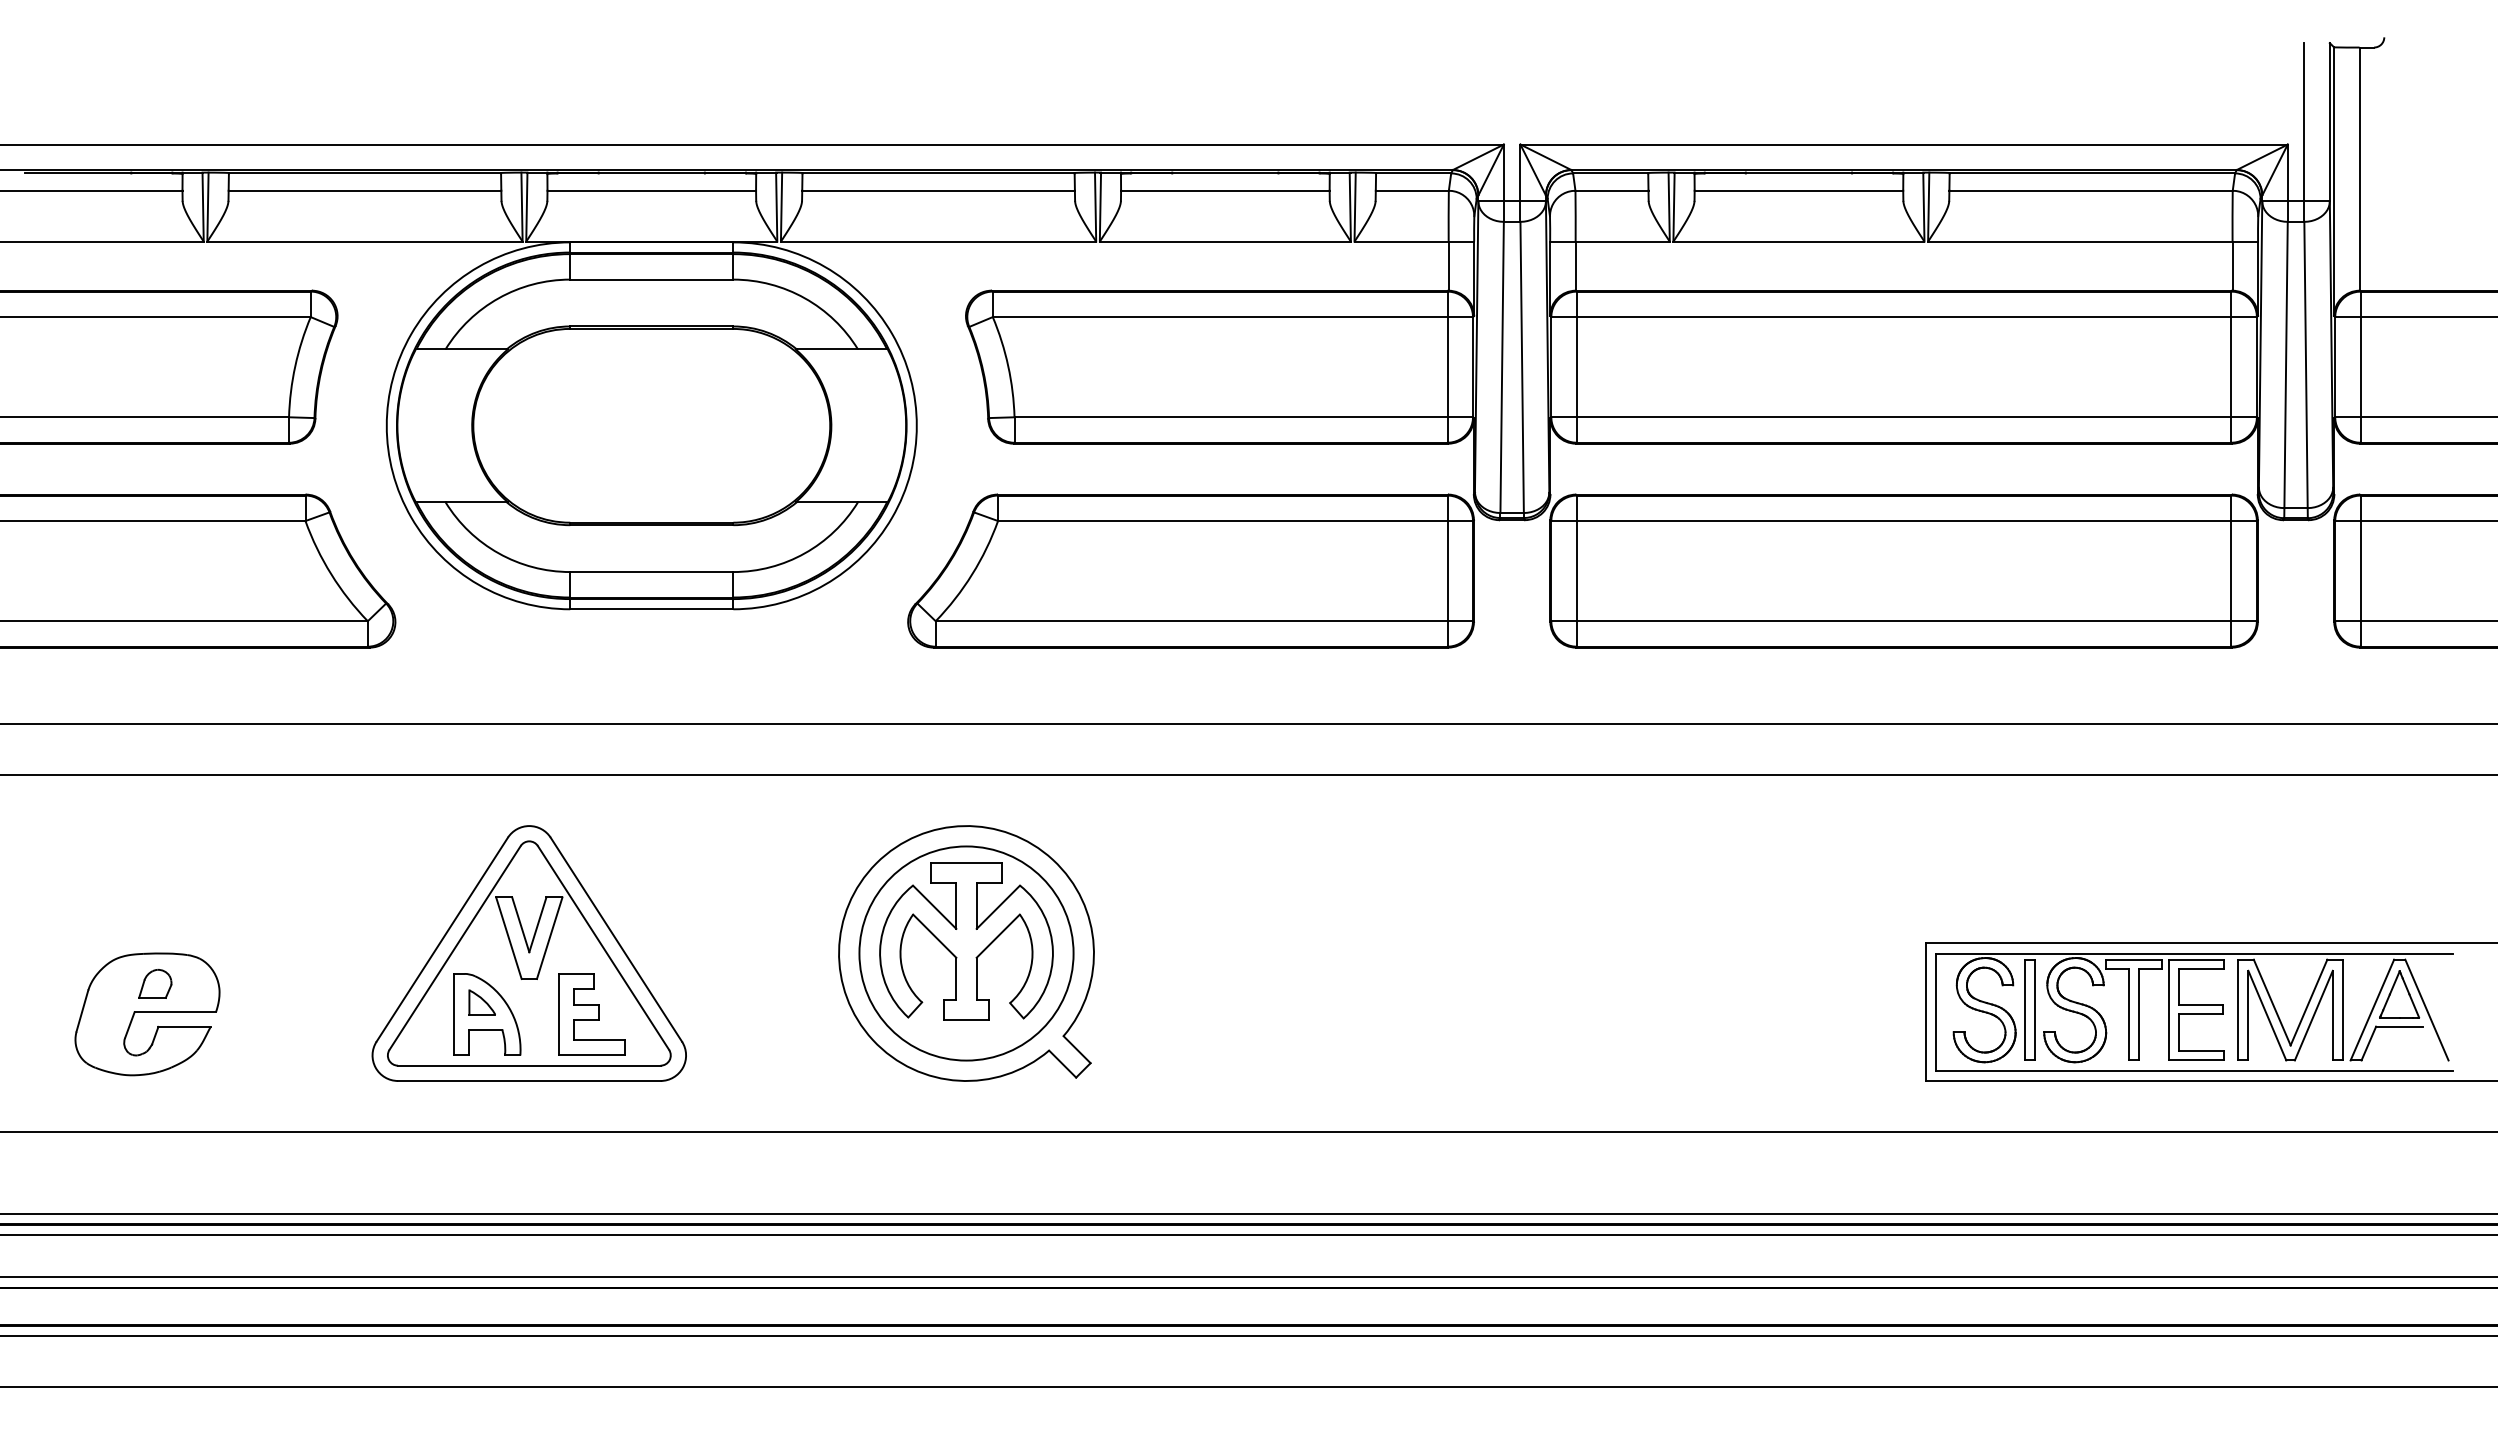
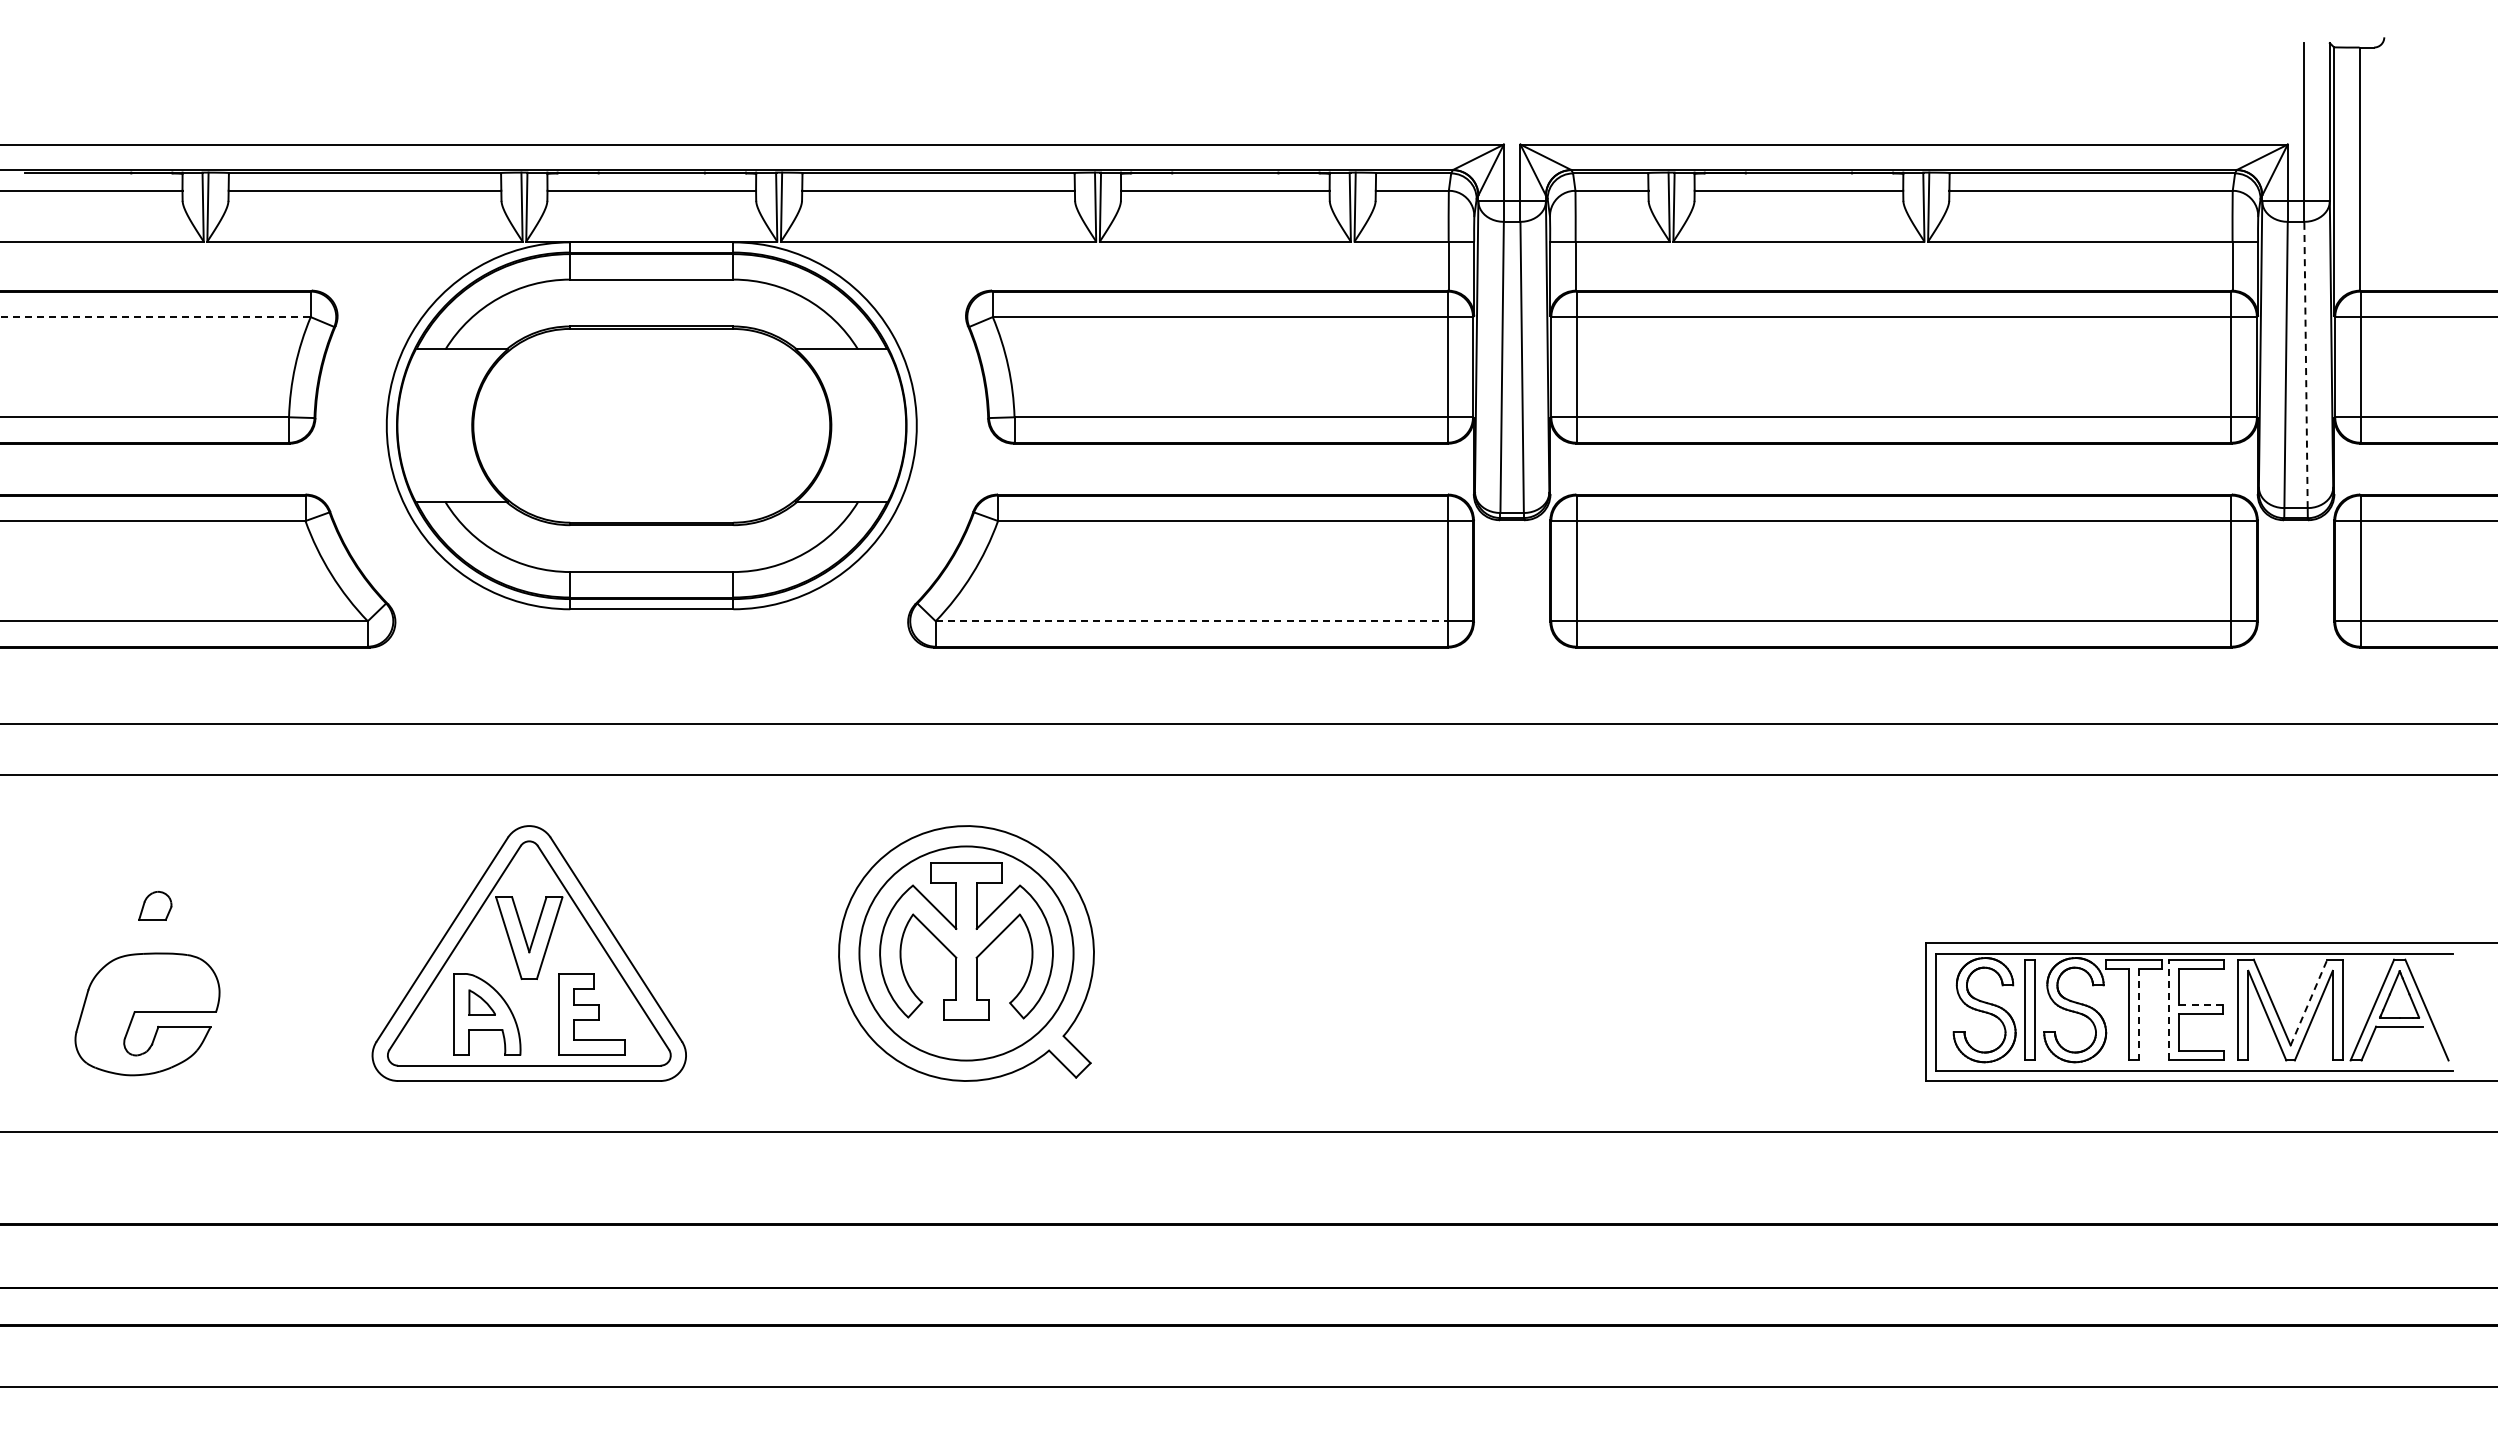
line at (156, 317): solid -> dashed
line at (2306, 364): solid -> dashed
line at (1191, 621): solid -> dashed
part at (155, 983) position: (155, 983) -> (155, 905)
line at (2309, 1002): solid -> dashed
line at (2201, 1005): solid -> dashed
line at (2169, 1009): solid -> dashed
line at (2139, 1014): solid -> dashed
line at (1248, 1213): present -> none
line at (1248, 1235): present -> none
line at (1248, 1277): present -> none
line at (1248, 1335): present -> none
